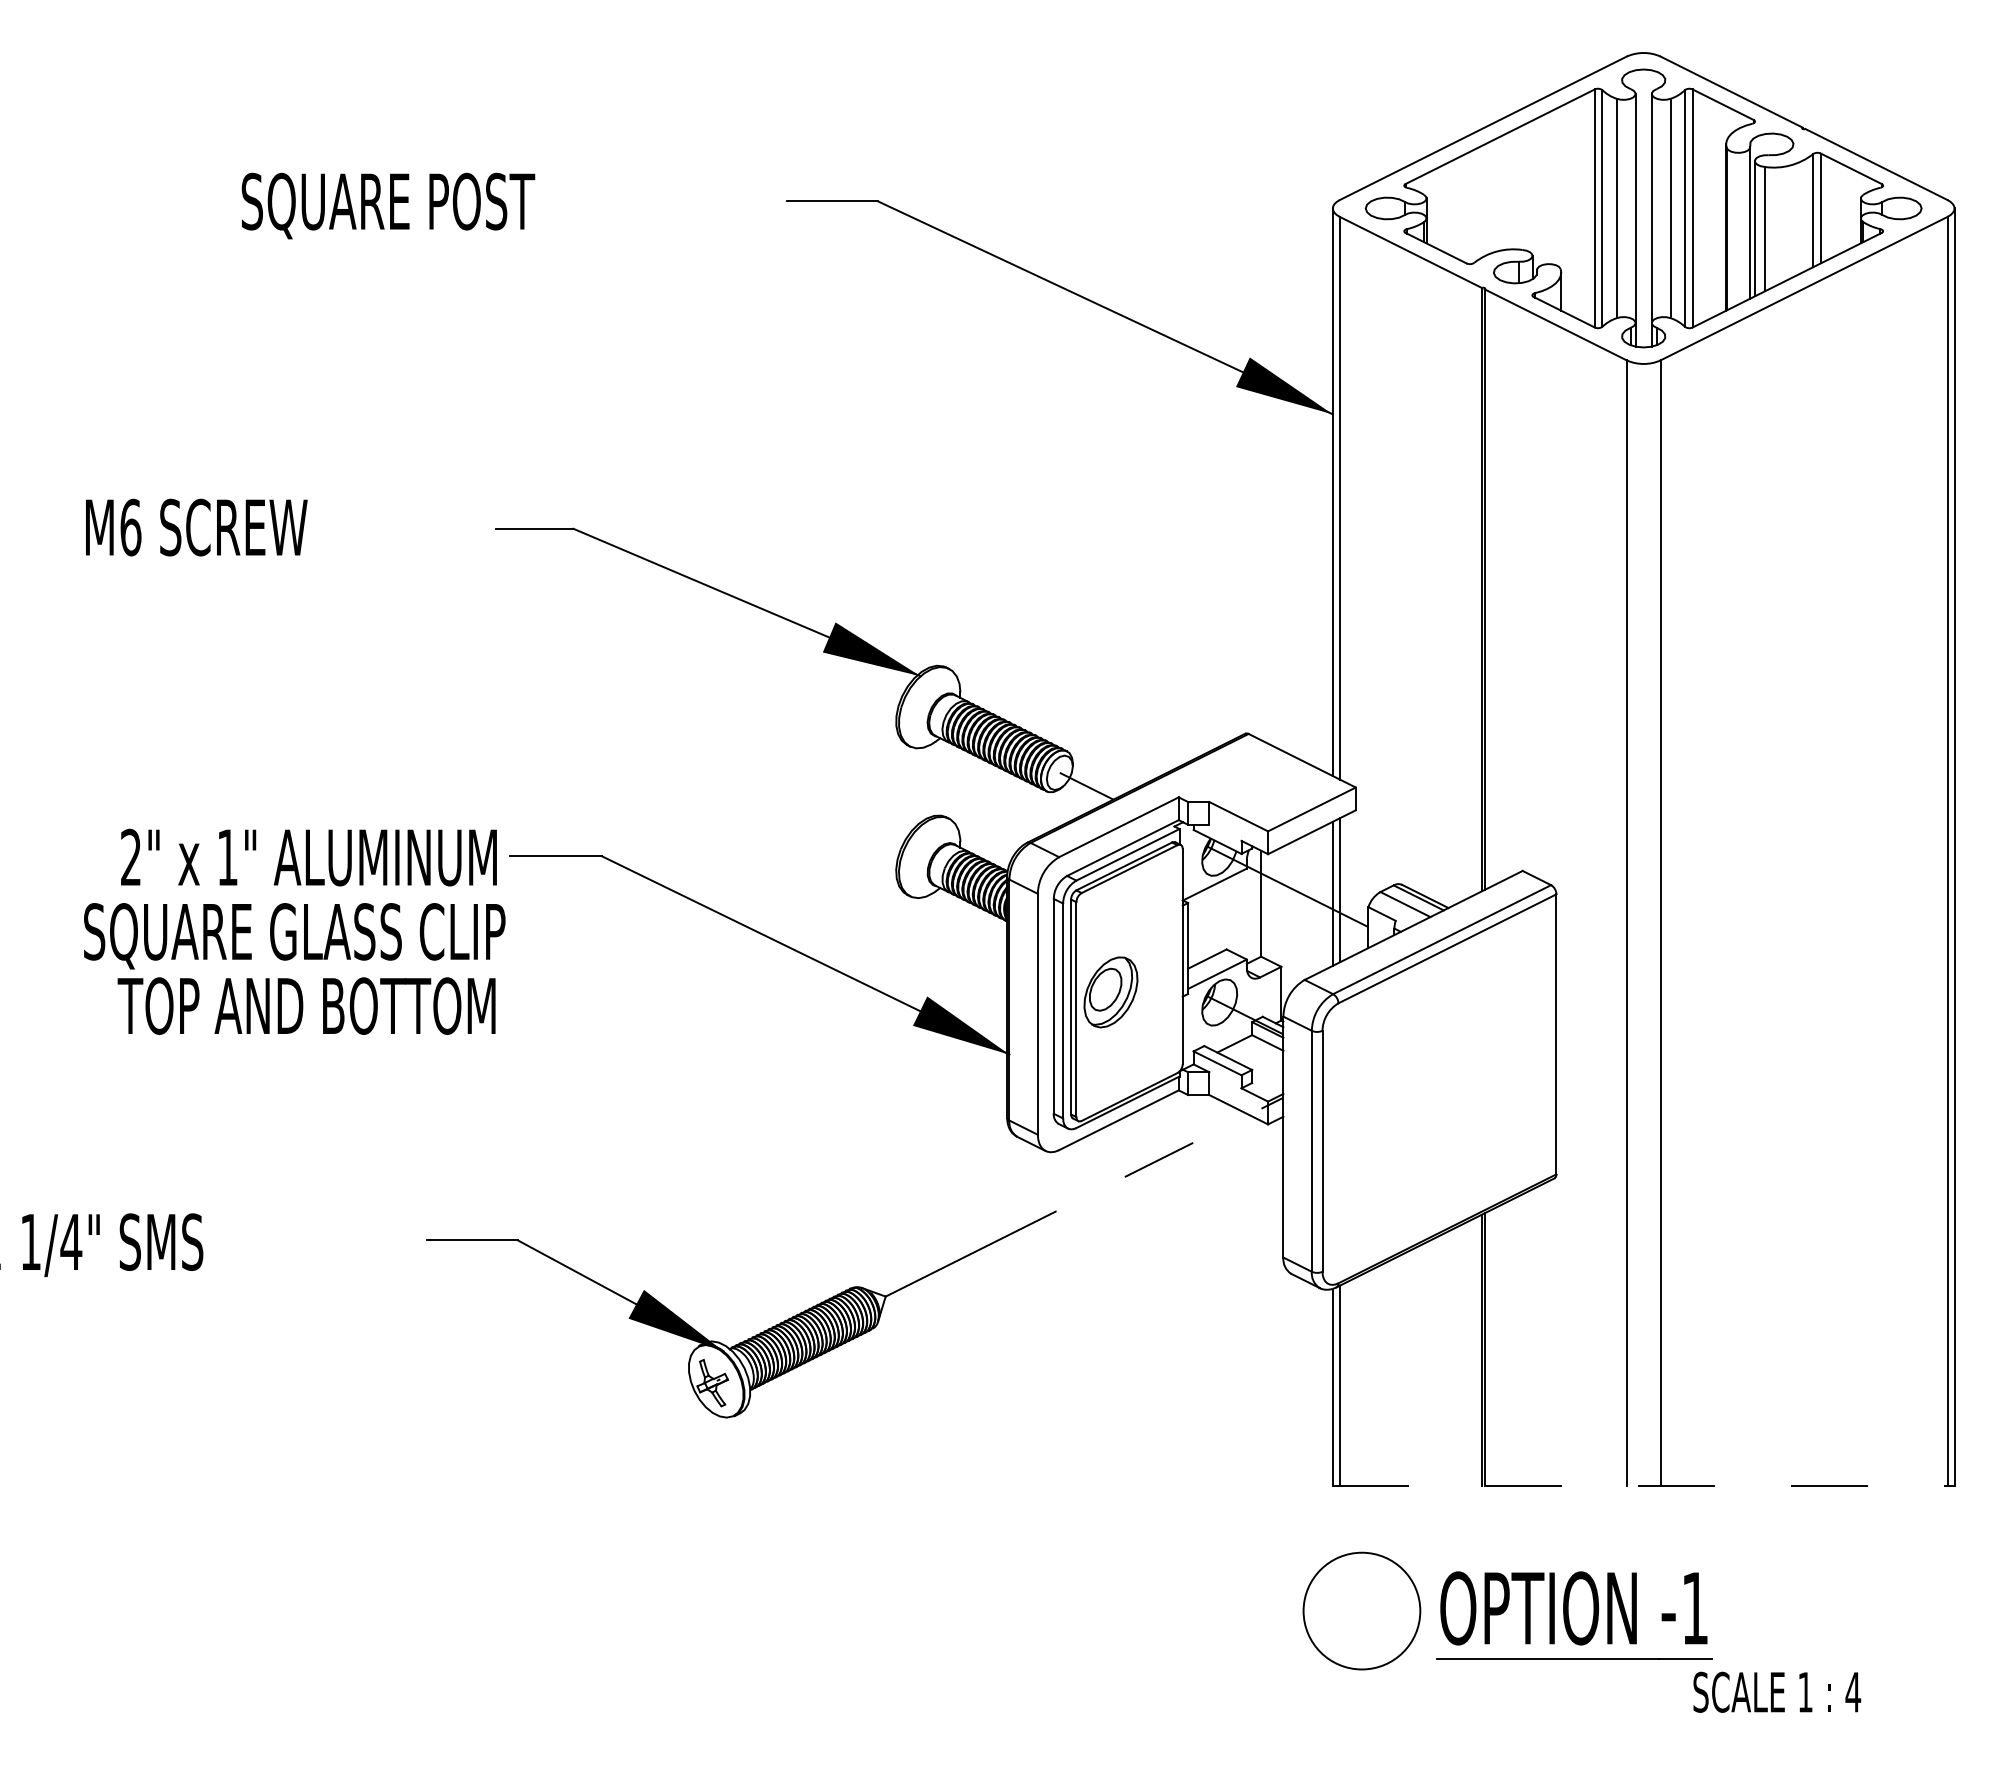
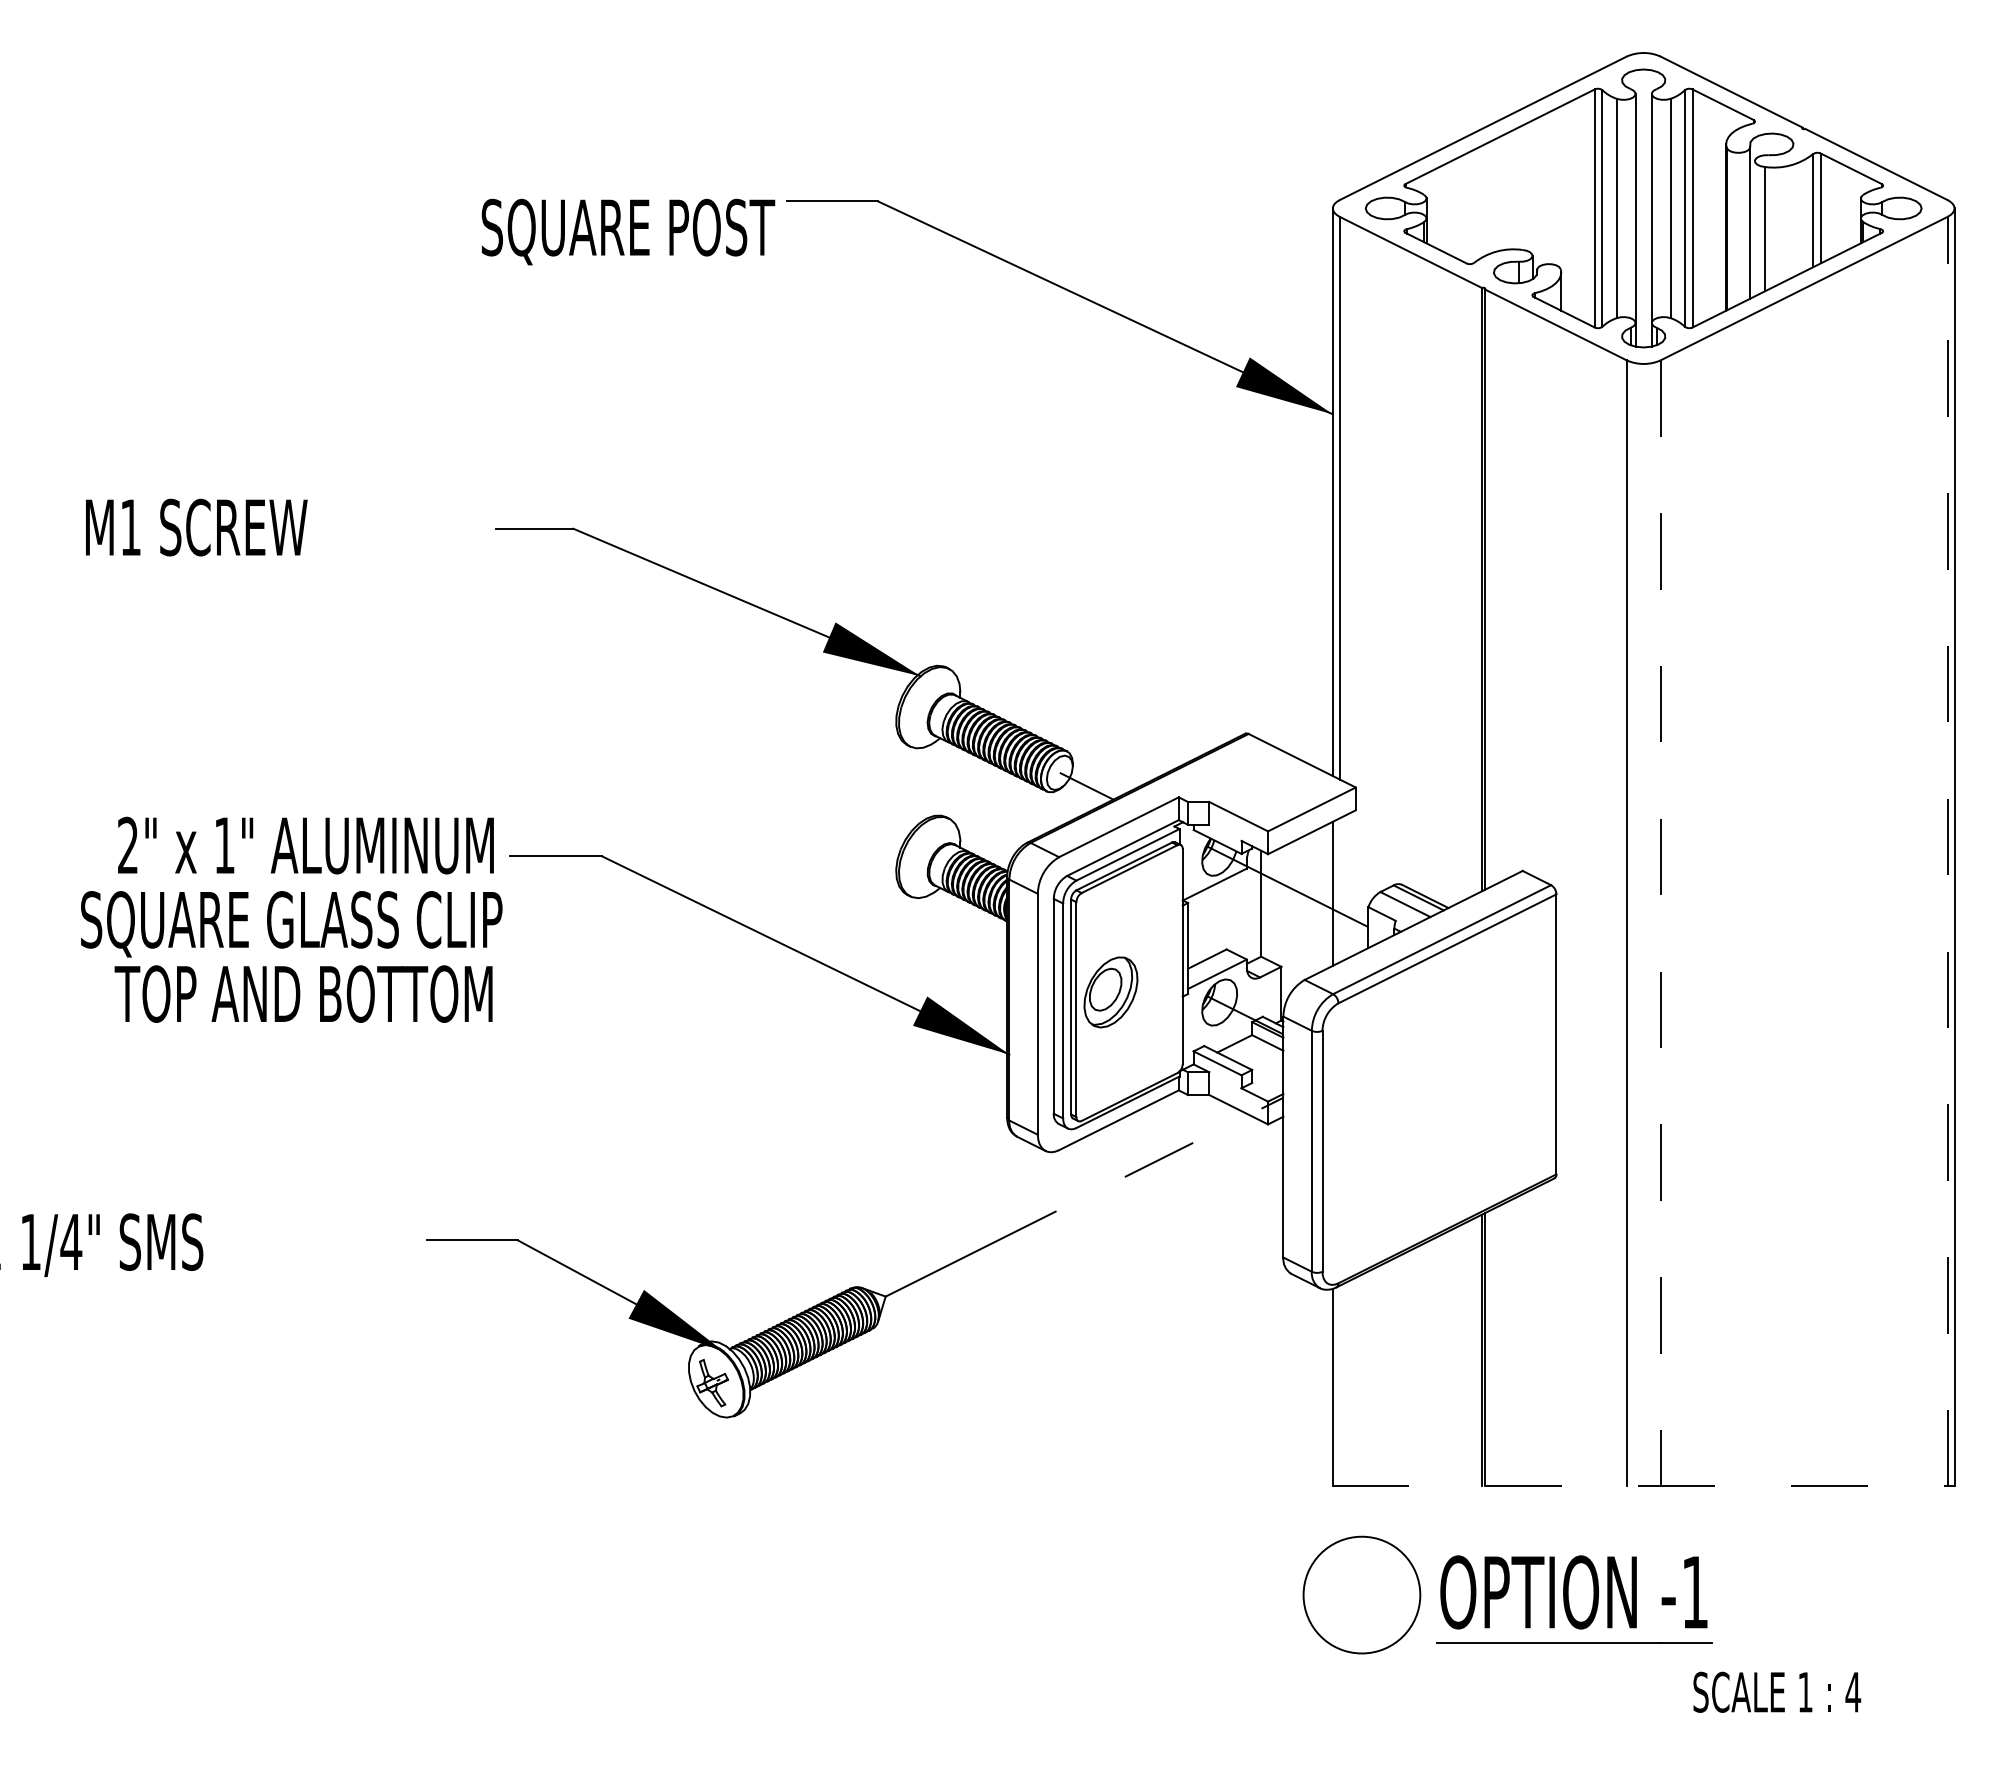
text at (388, 205) position: (388, 205) -> (628, 231)
line at (1754, 228): present -> none
text at (130, 527): M6 -> M1
line at (1947, 851): solid -> dashed
line at (1339, 890): present -> none
line at (1660, 923): solid -> dashed
text at (294, 931) position: (294, 931) -> (291, 919)
line at (1339, 1385): present -> none
part at (1507, 1610) position: (1507, 1610) -> (1507, 1594)
